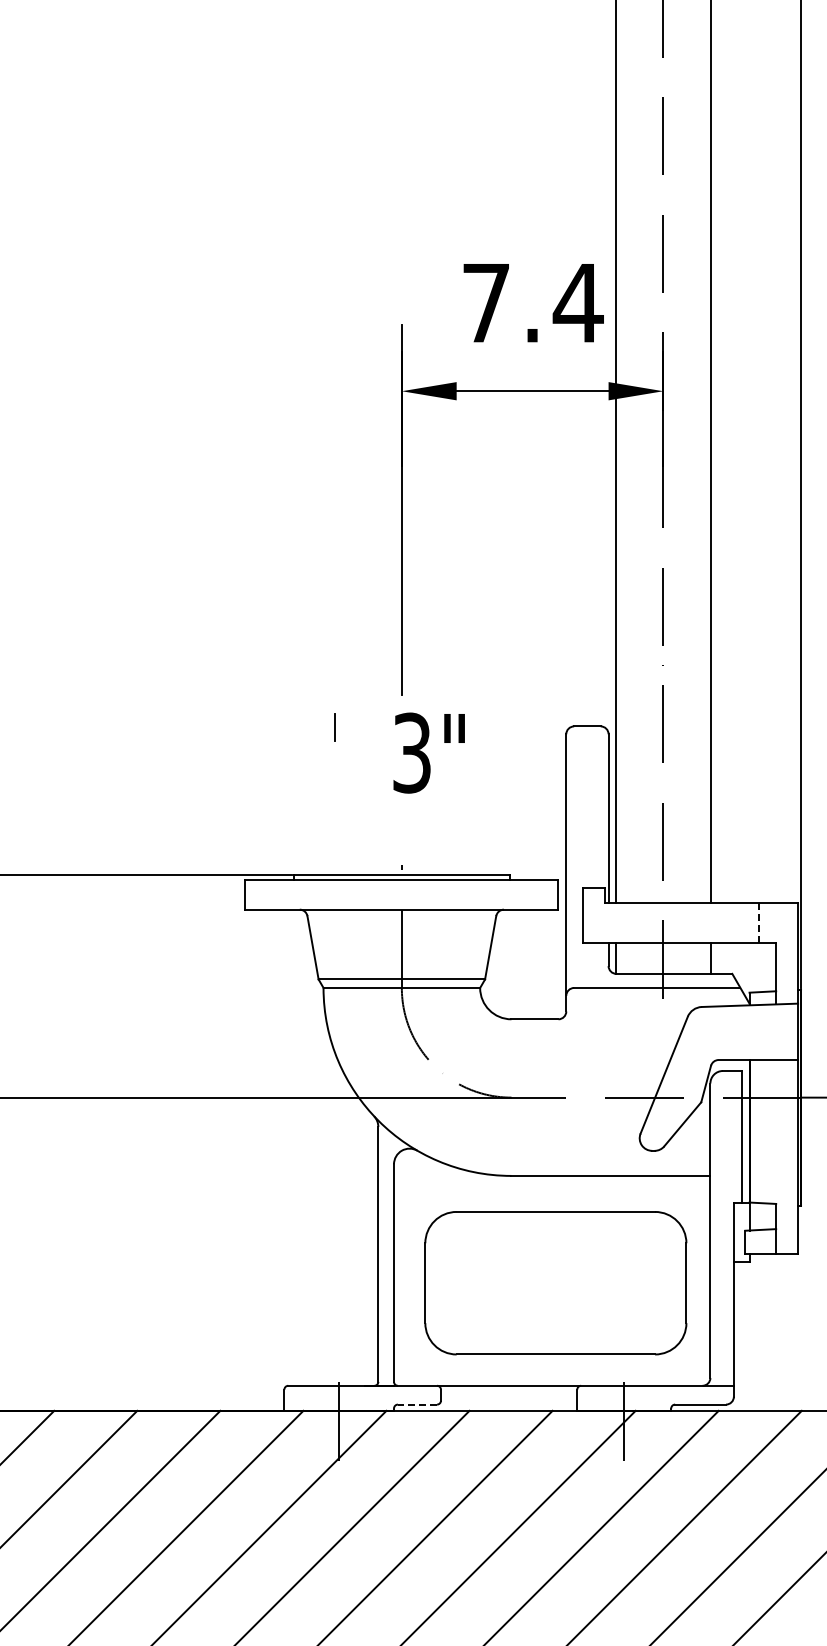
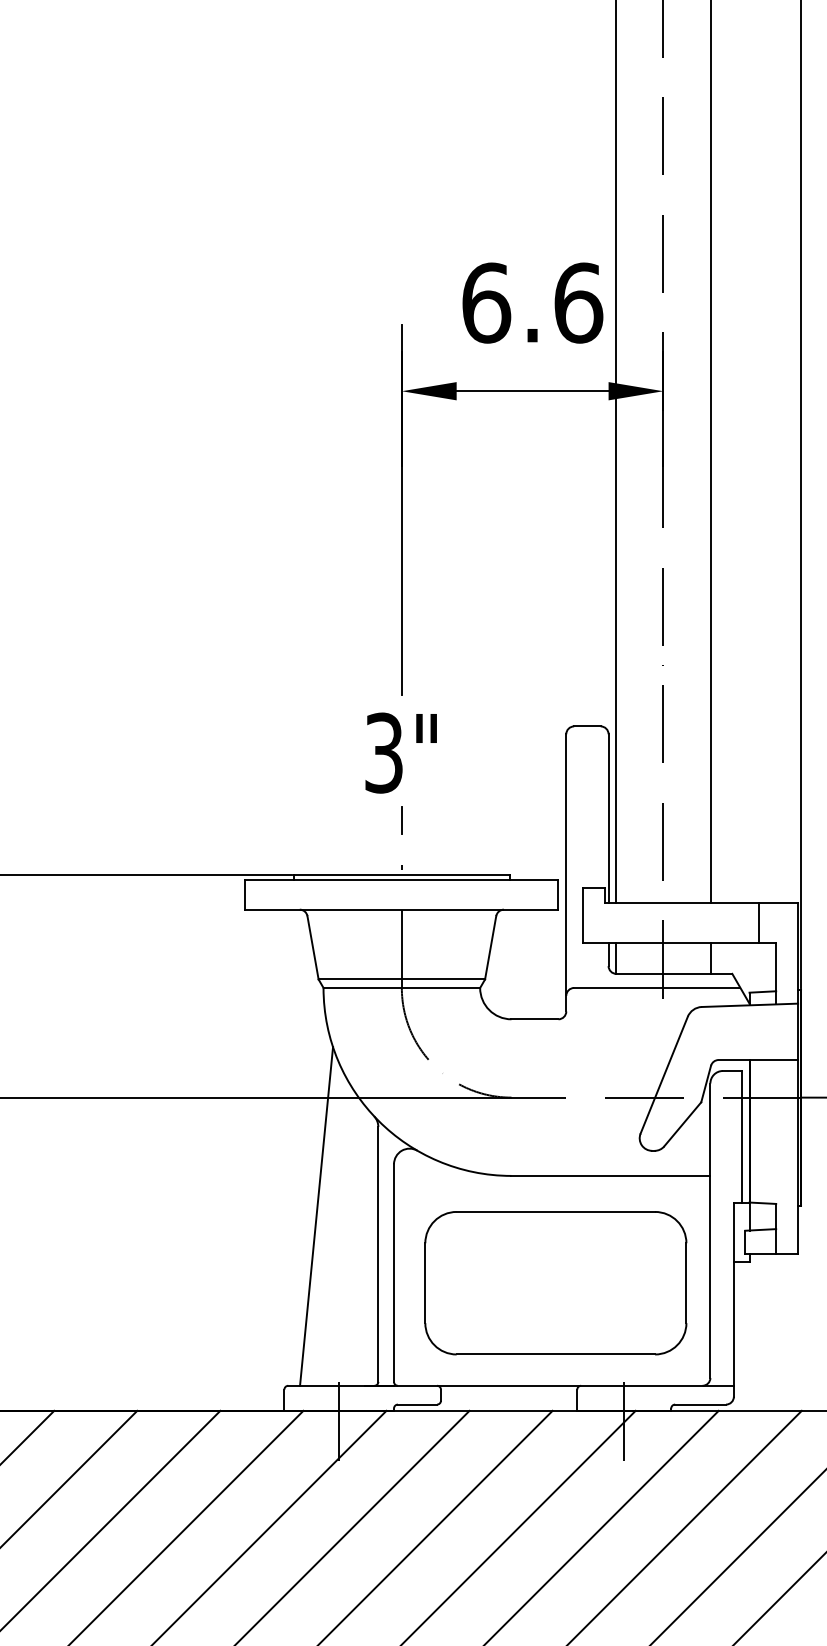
text at (532, 302): 7.4 -> 6.6
line at (334, 727) position: (334, 727) -> (401, 820)
text at (428, 752) position: (428, 752) -> (400, 752)
line at (758, 922): dashed -> solid
line at (316, 1216): none -> present
line at (417, 1404): dashed -> solid
